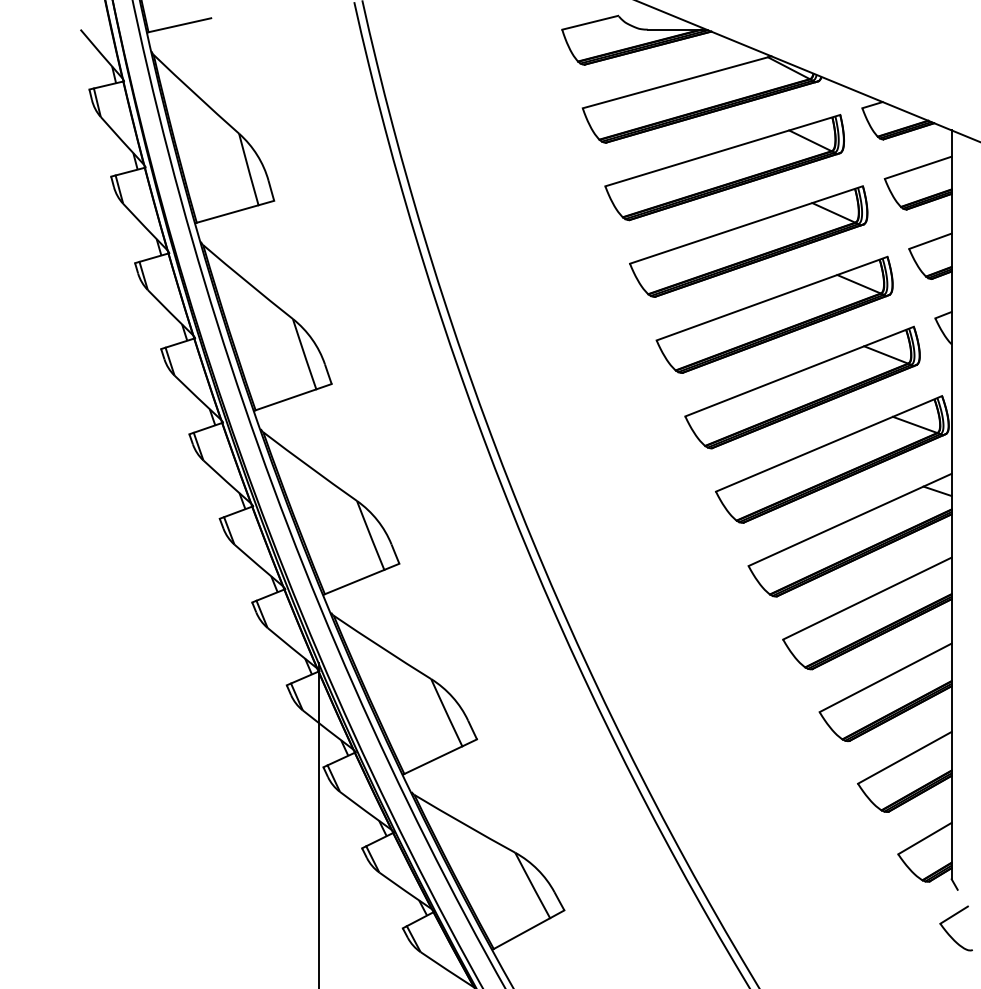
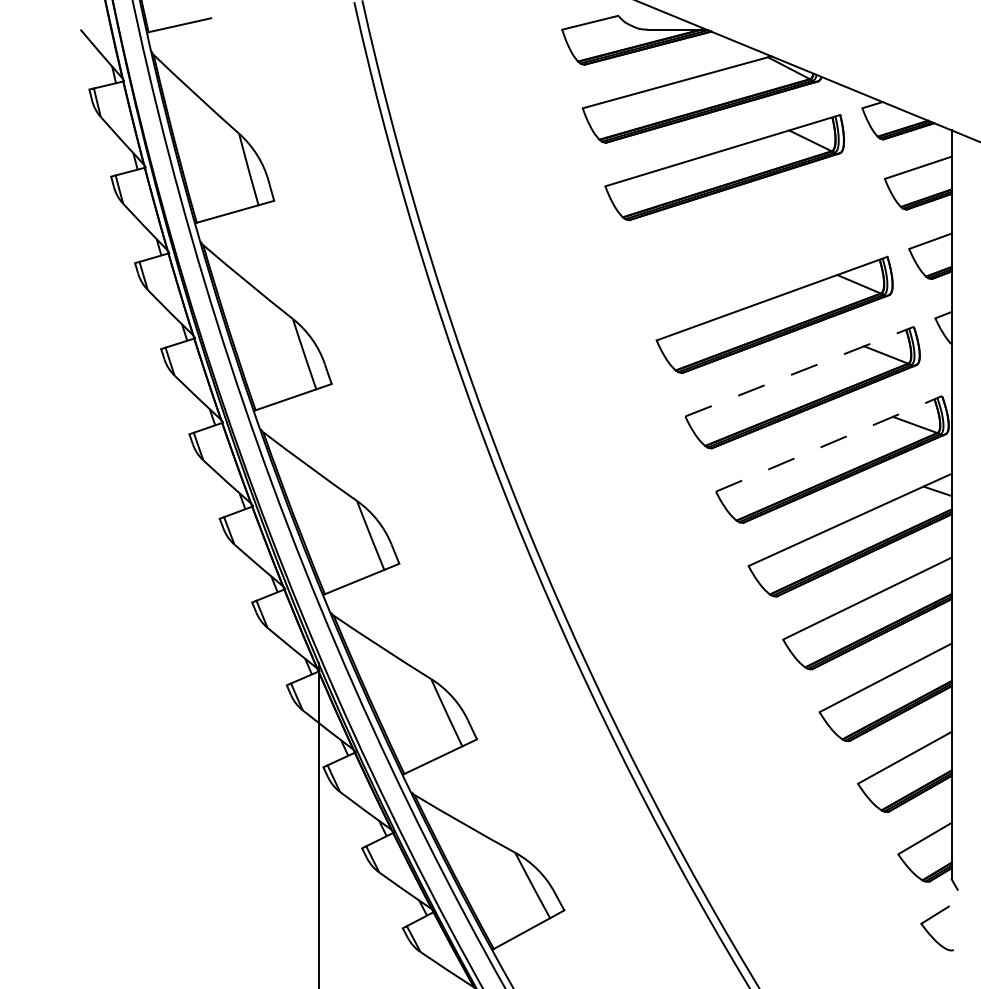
part at (748, 241): present -> none
line at (799, 371): solid -> dashed
line at (829, 443): solid -> dashed
part at (949, 933) position: (949, 933) -> (930, 933)
